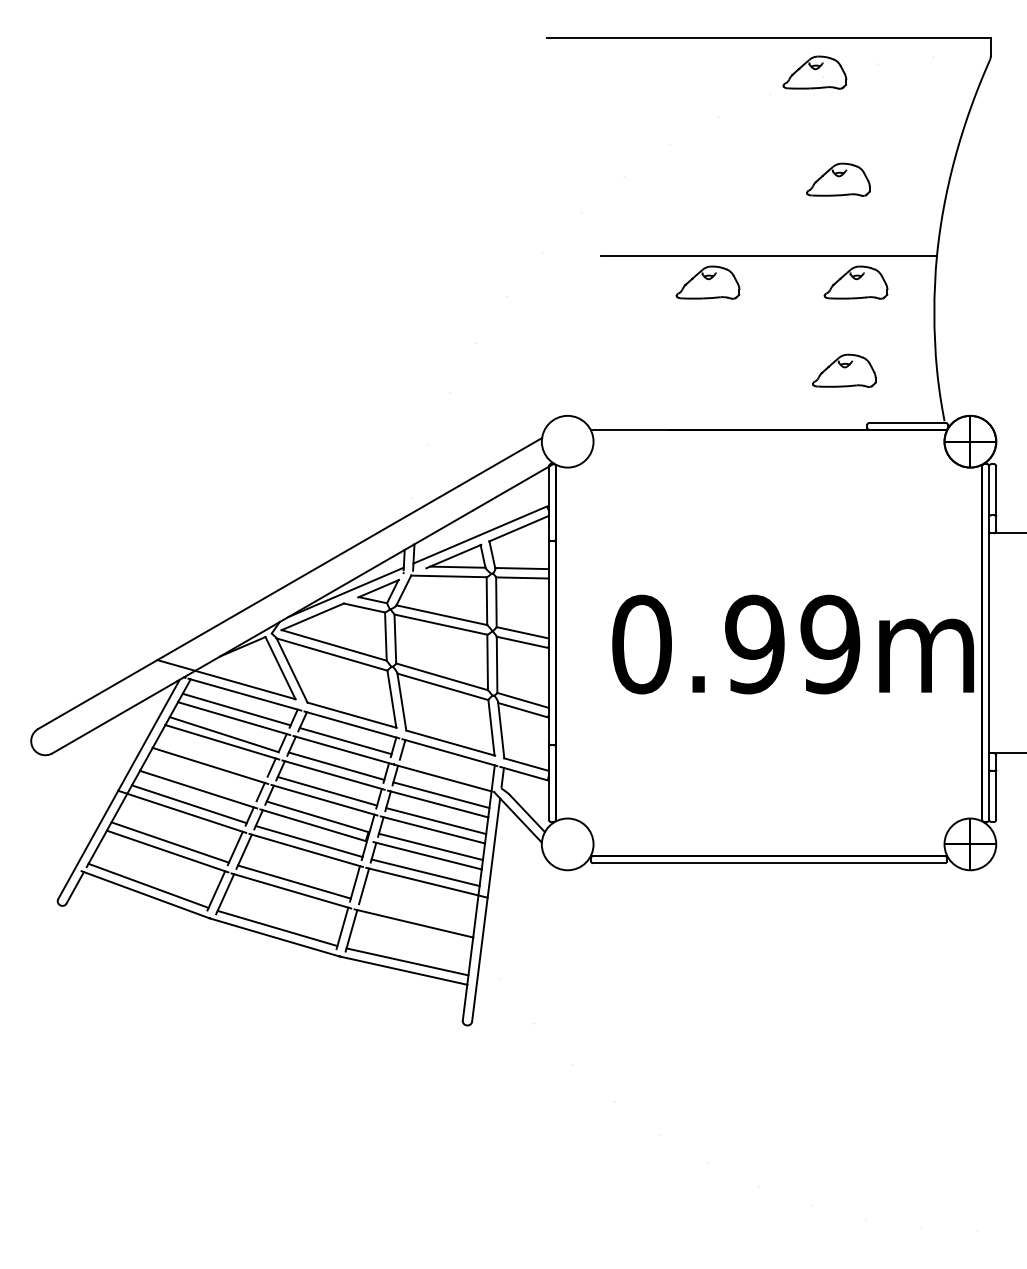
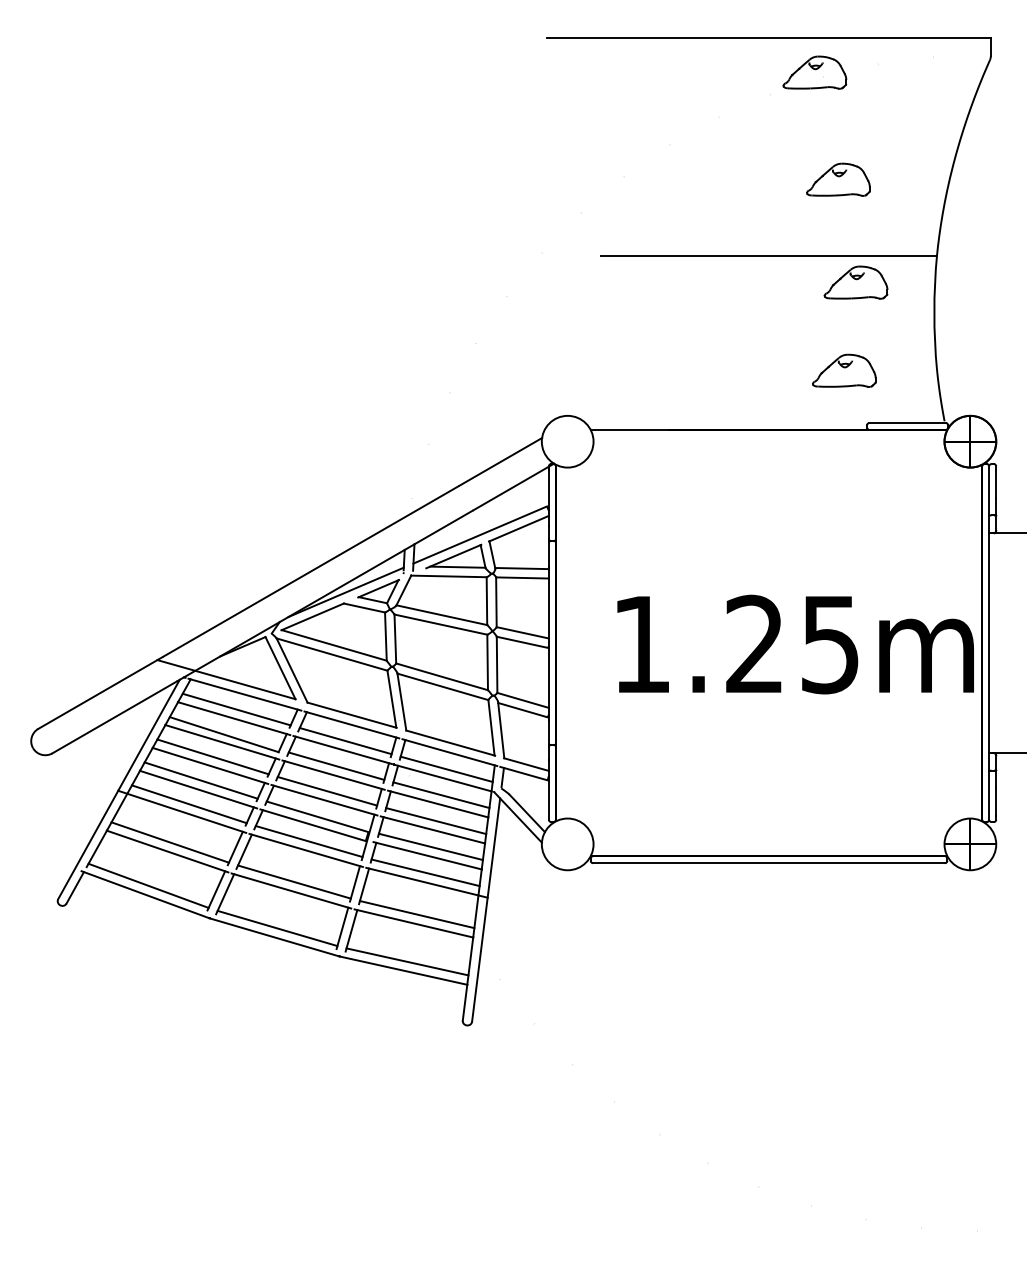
part at (707, 282): present -> none
text at (736, 644): 0.99m -> 1.25m
line at (212, 756): none -> present
line at (446, 768): none -> present
line at (200, 780): none -> present
line at (416, 914): none -> present
